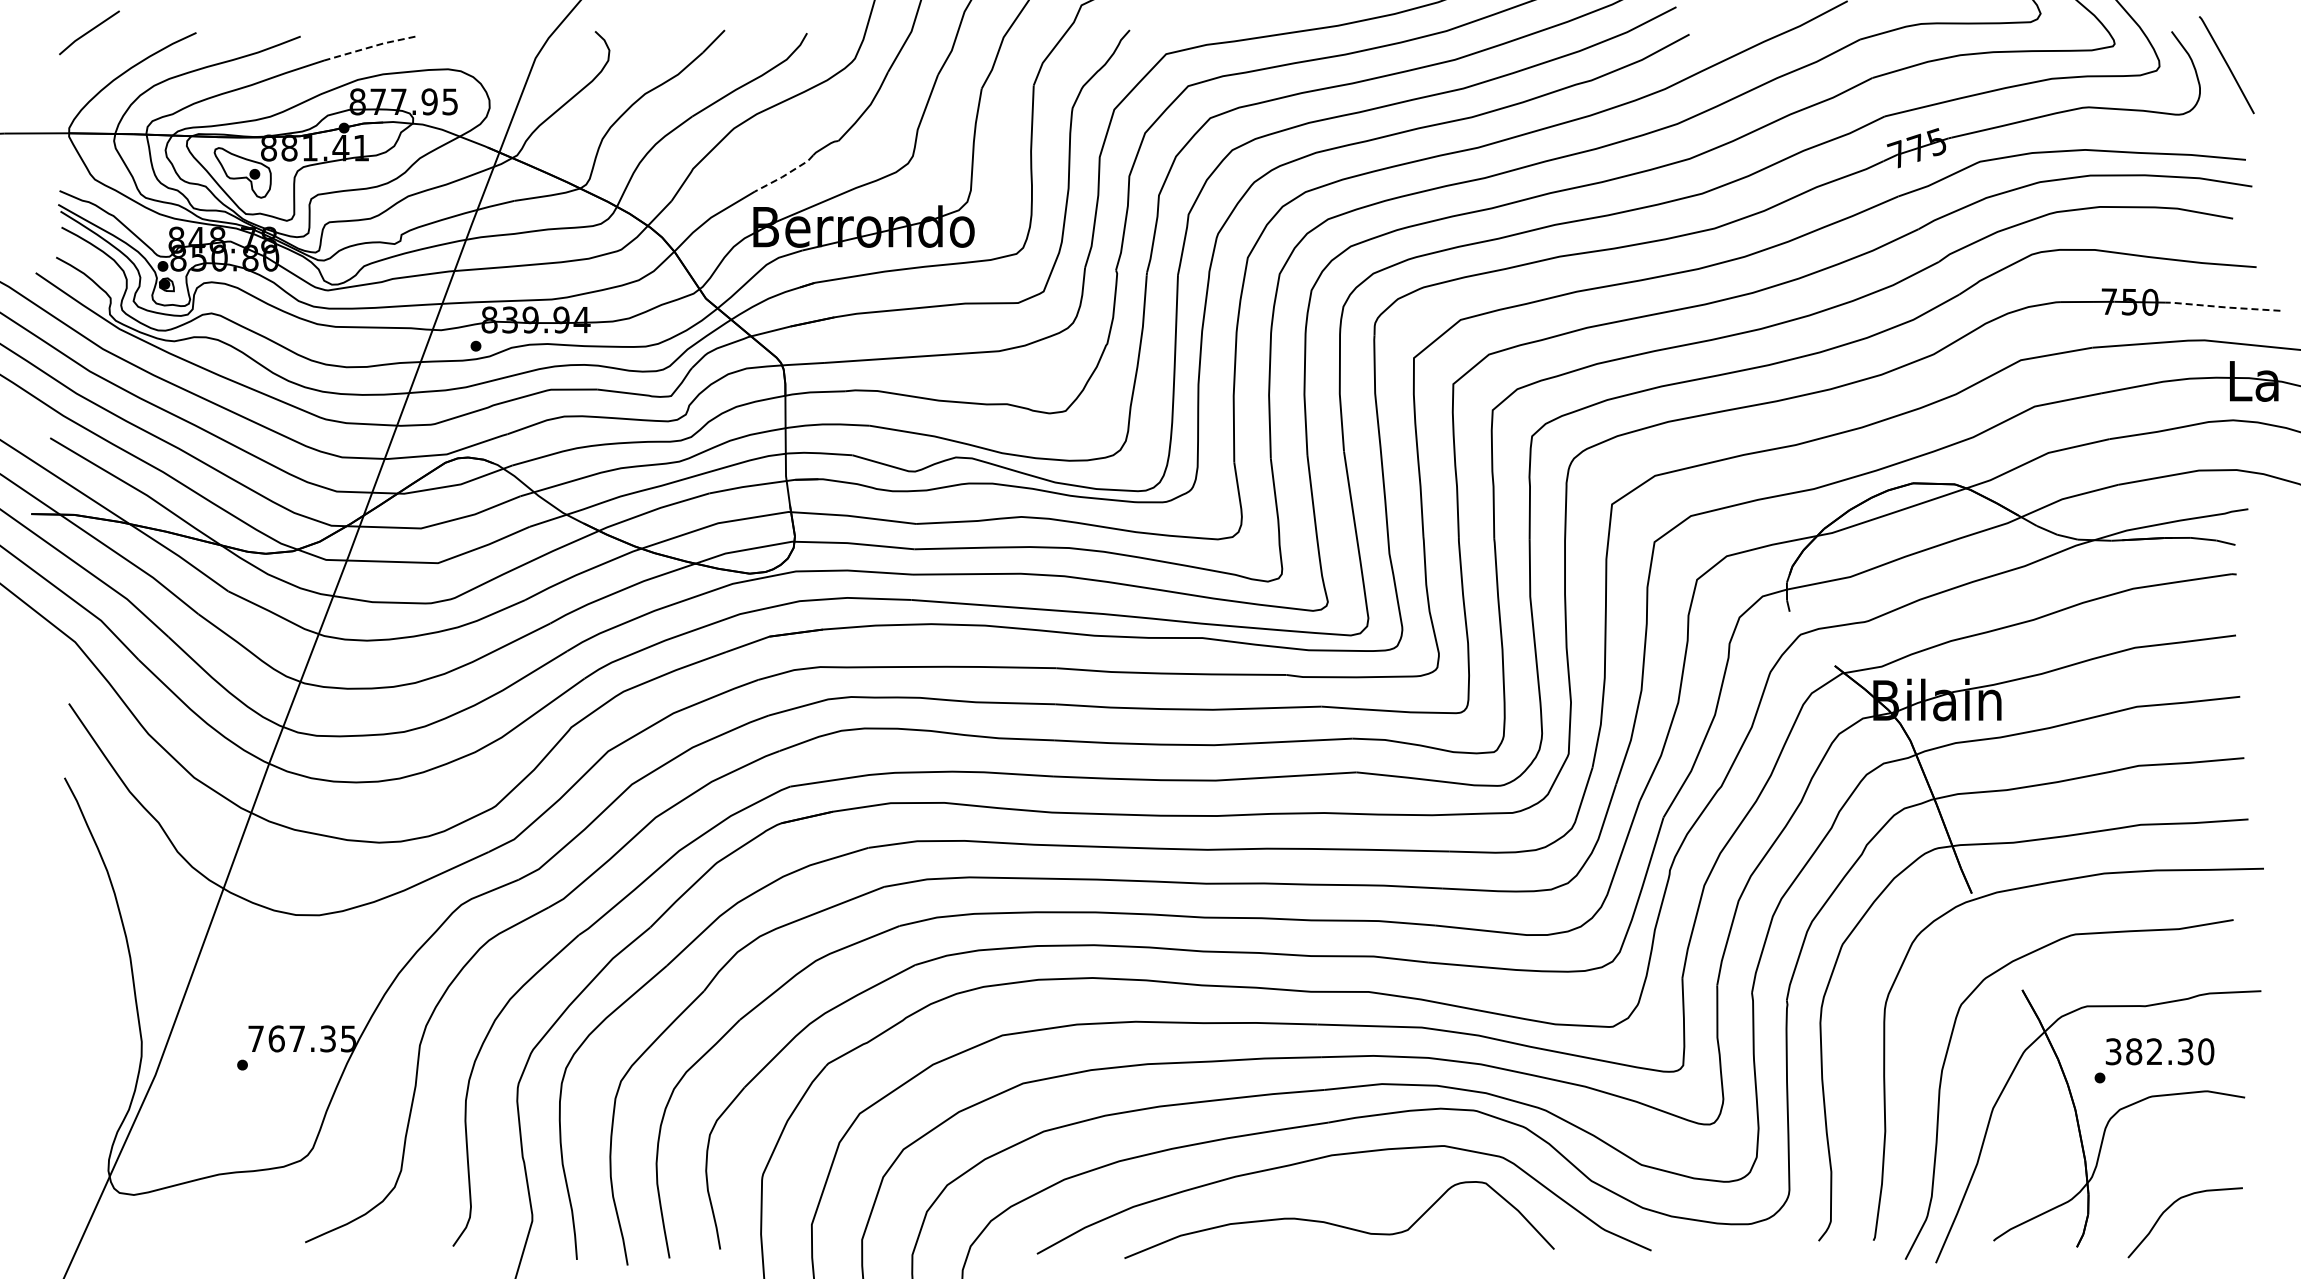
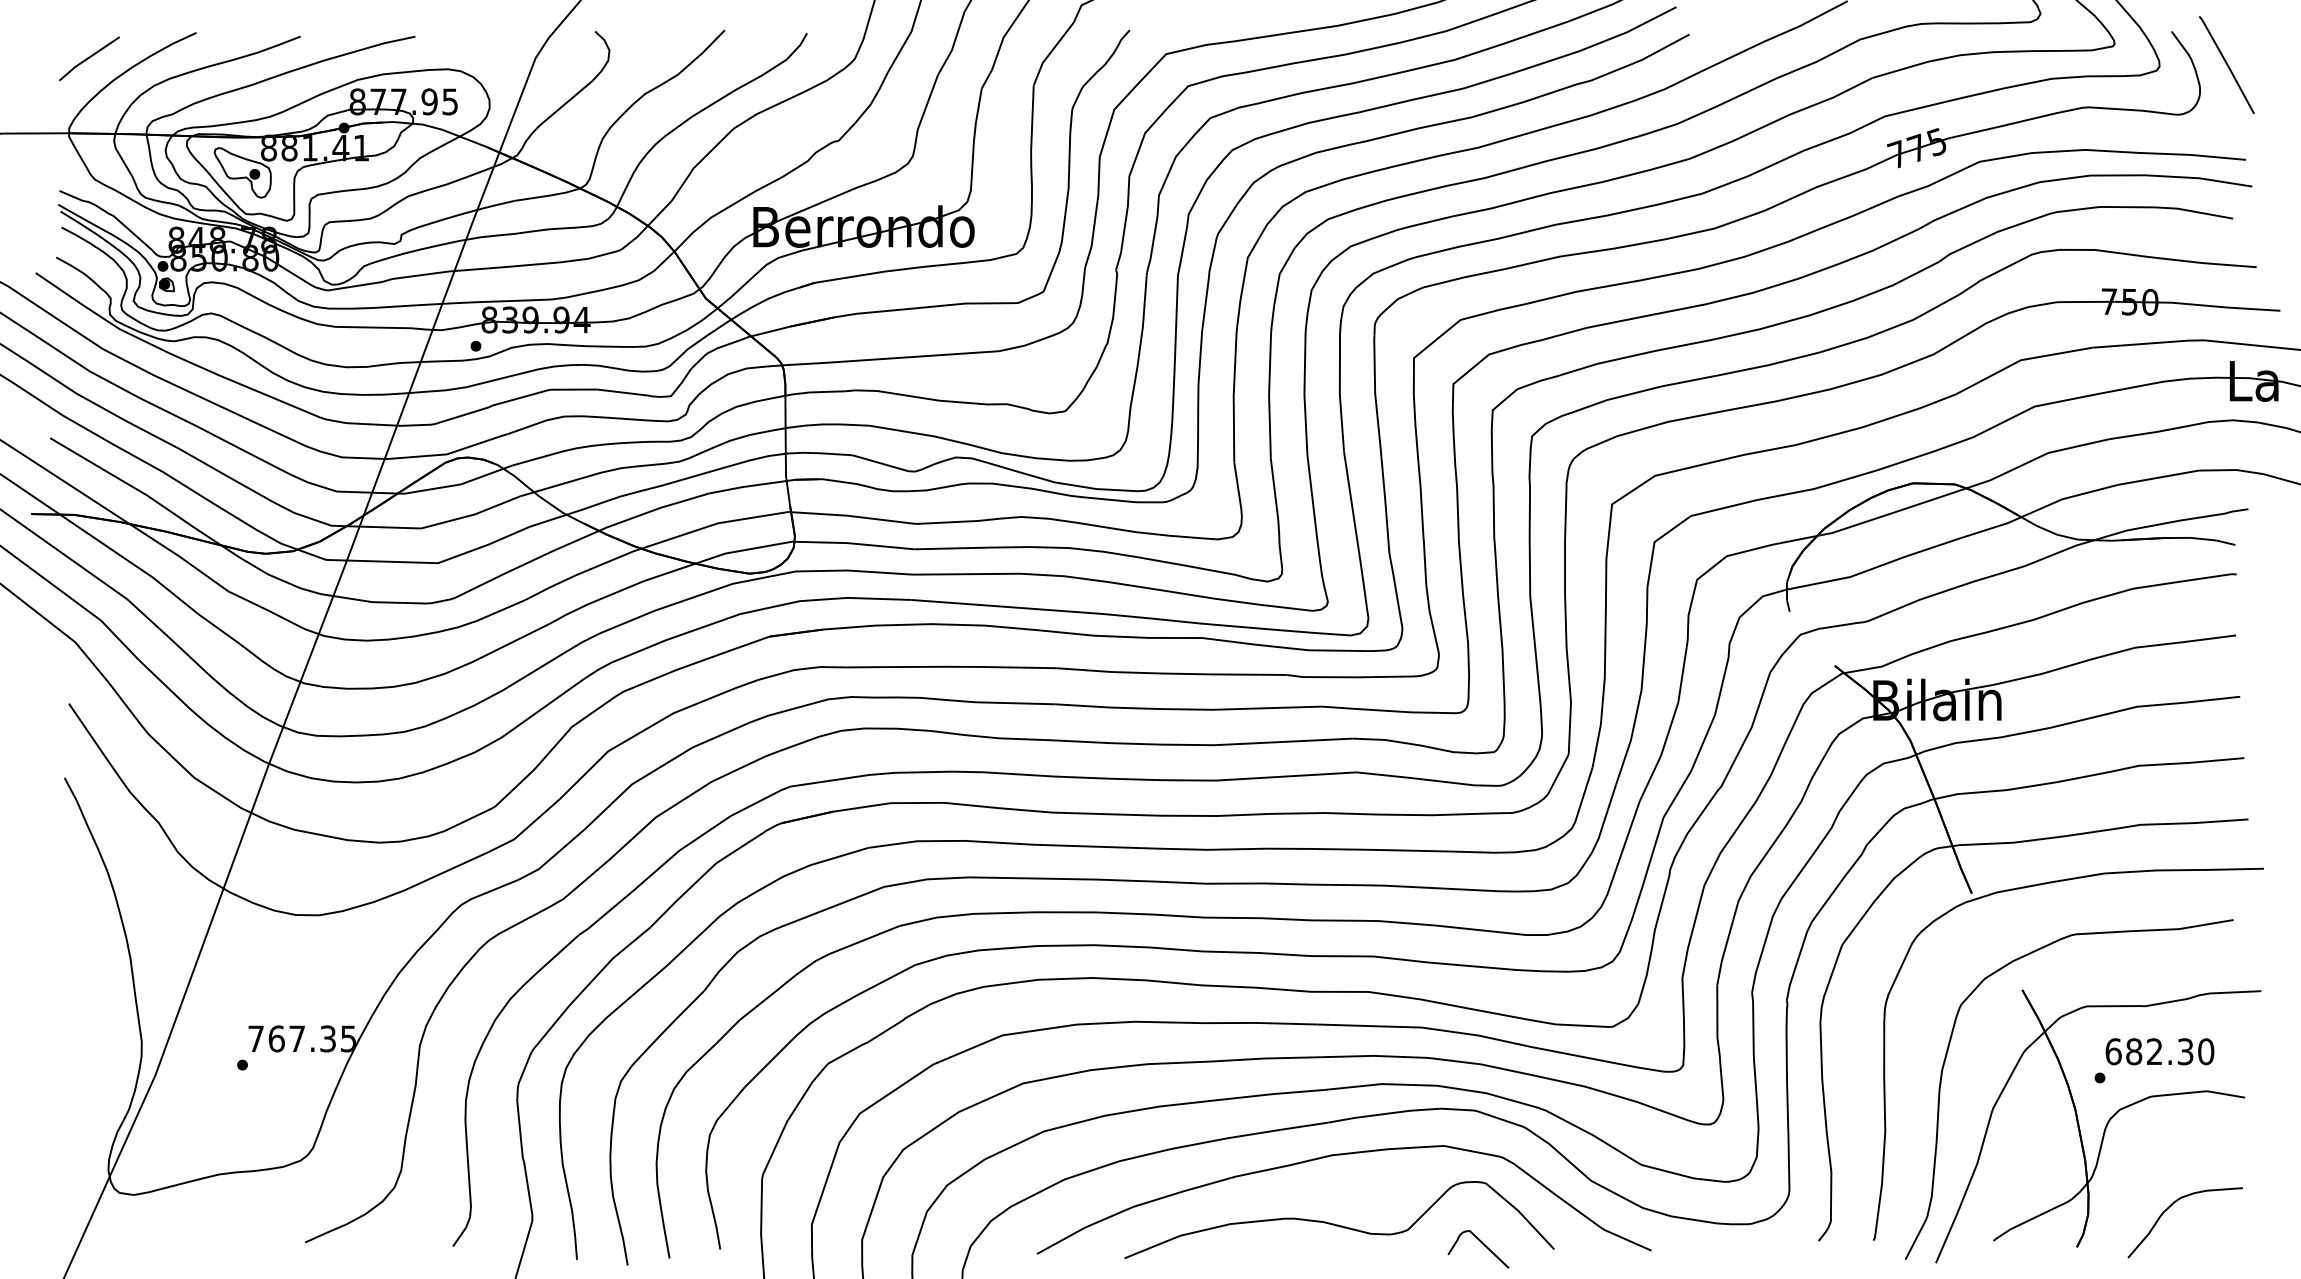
line at (89, 32) position: (89, 32) -> (89, 58)
line at (368, 47): dashed -> solid
line at (785, 175): dashed -> solid
line at (2222, 307): dashed -> solid
text at (2113, 1051): 382.30 -> 682.30
curve at (1482, 1244): none -> present
